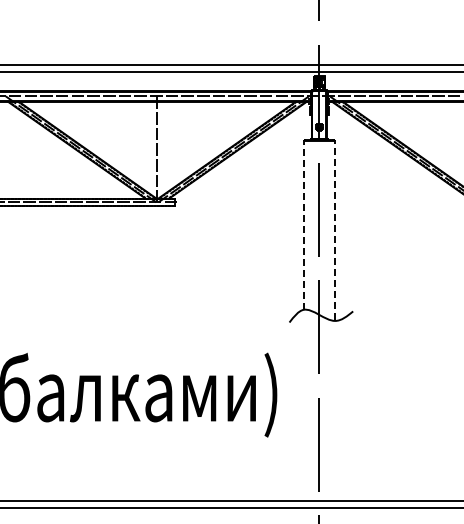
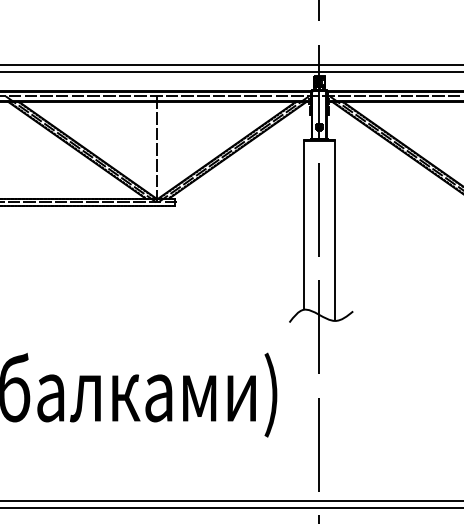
line at (325, 140): dashed -> solid
